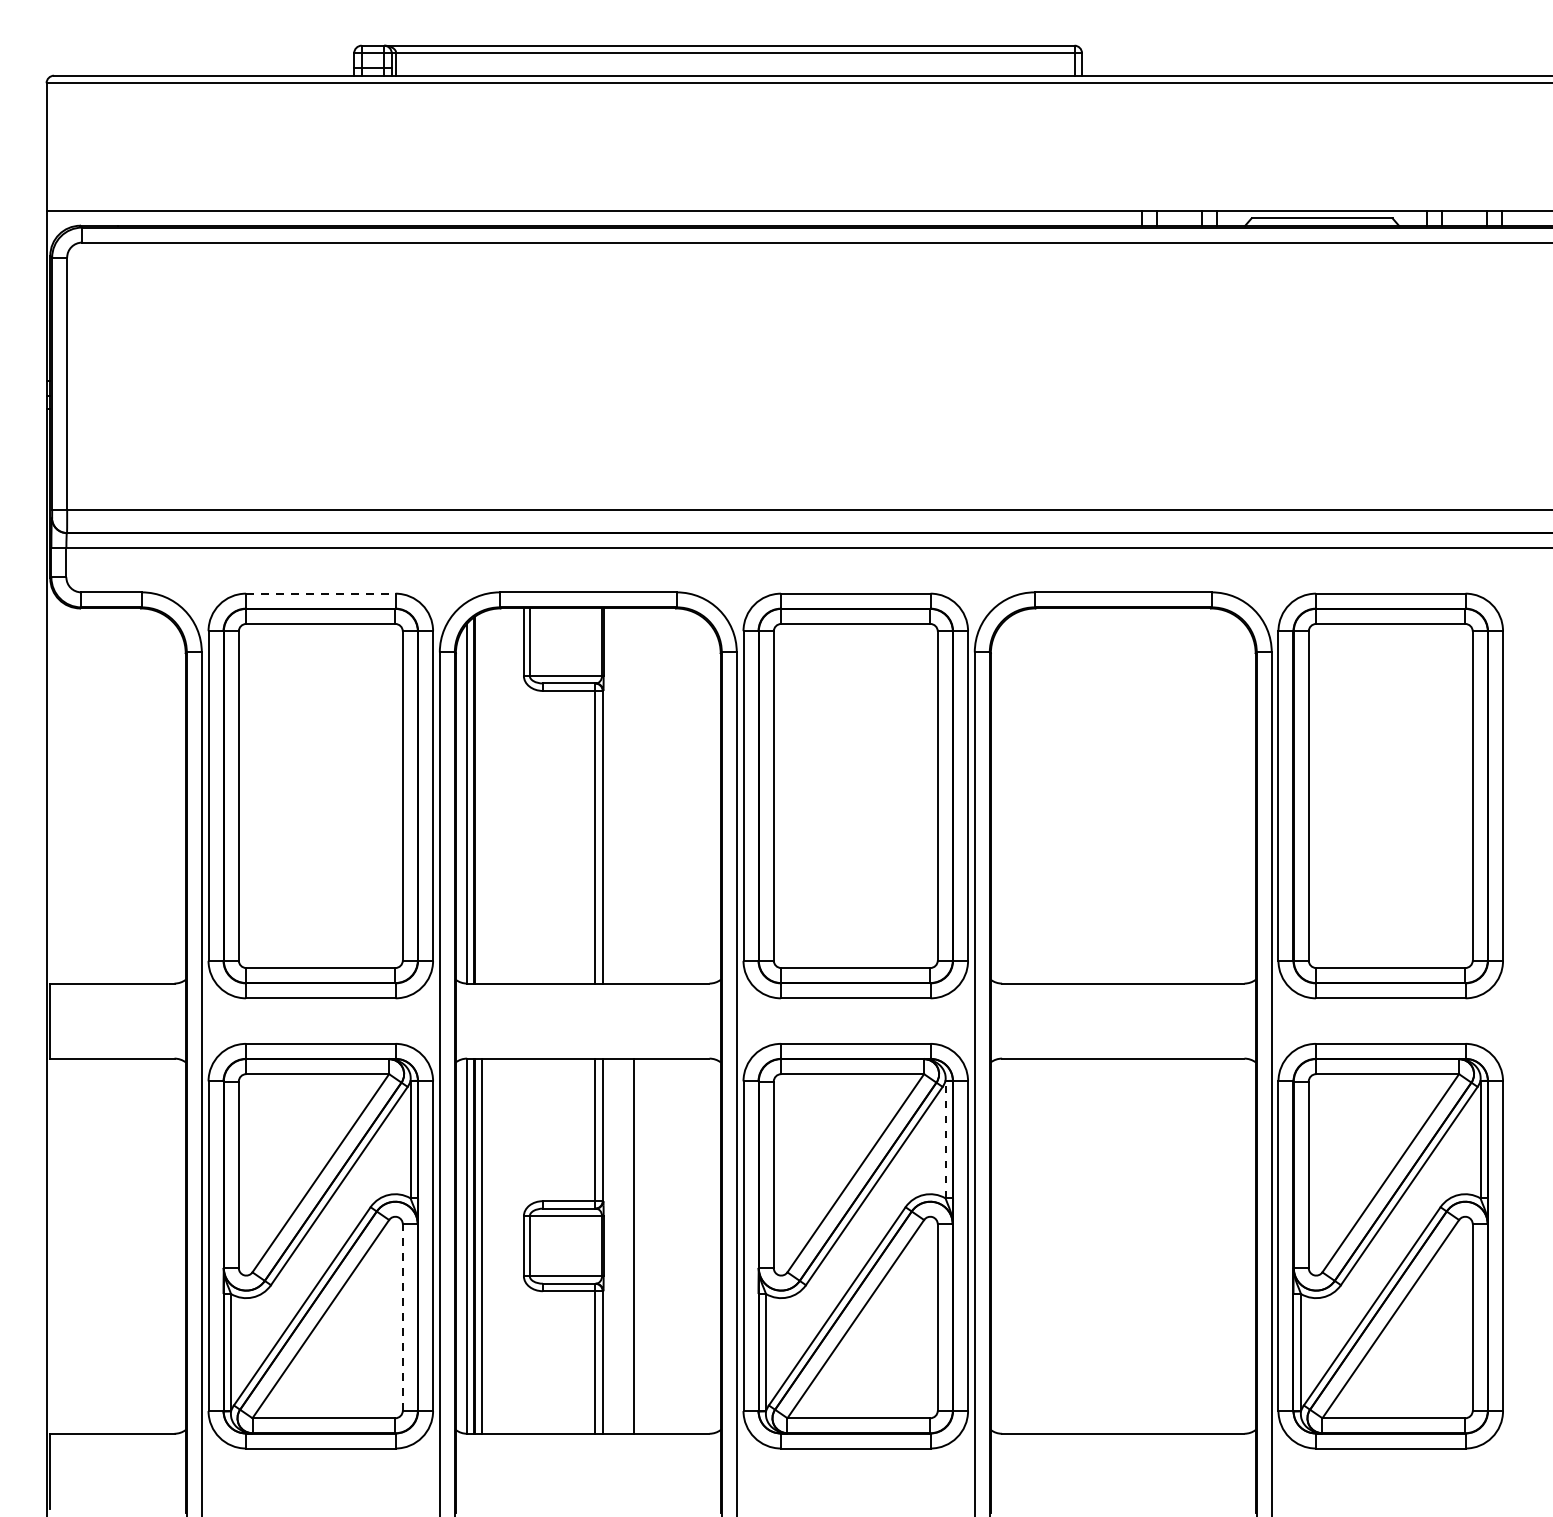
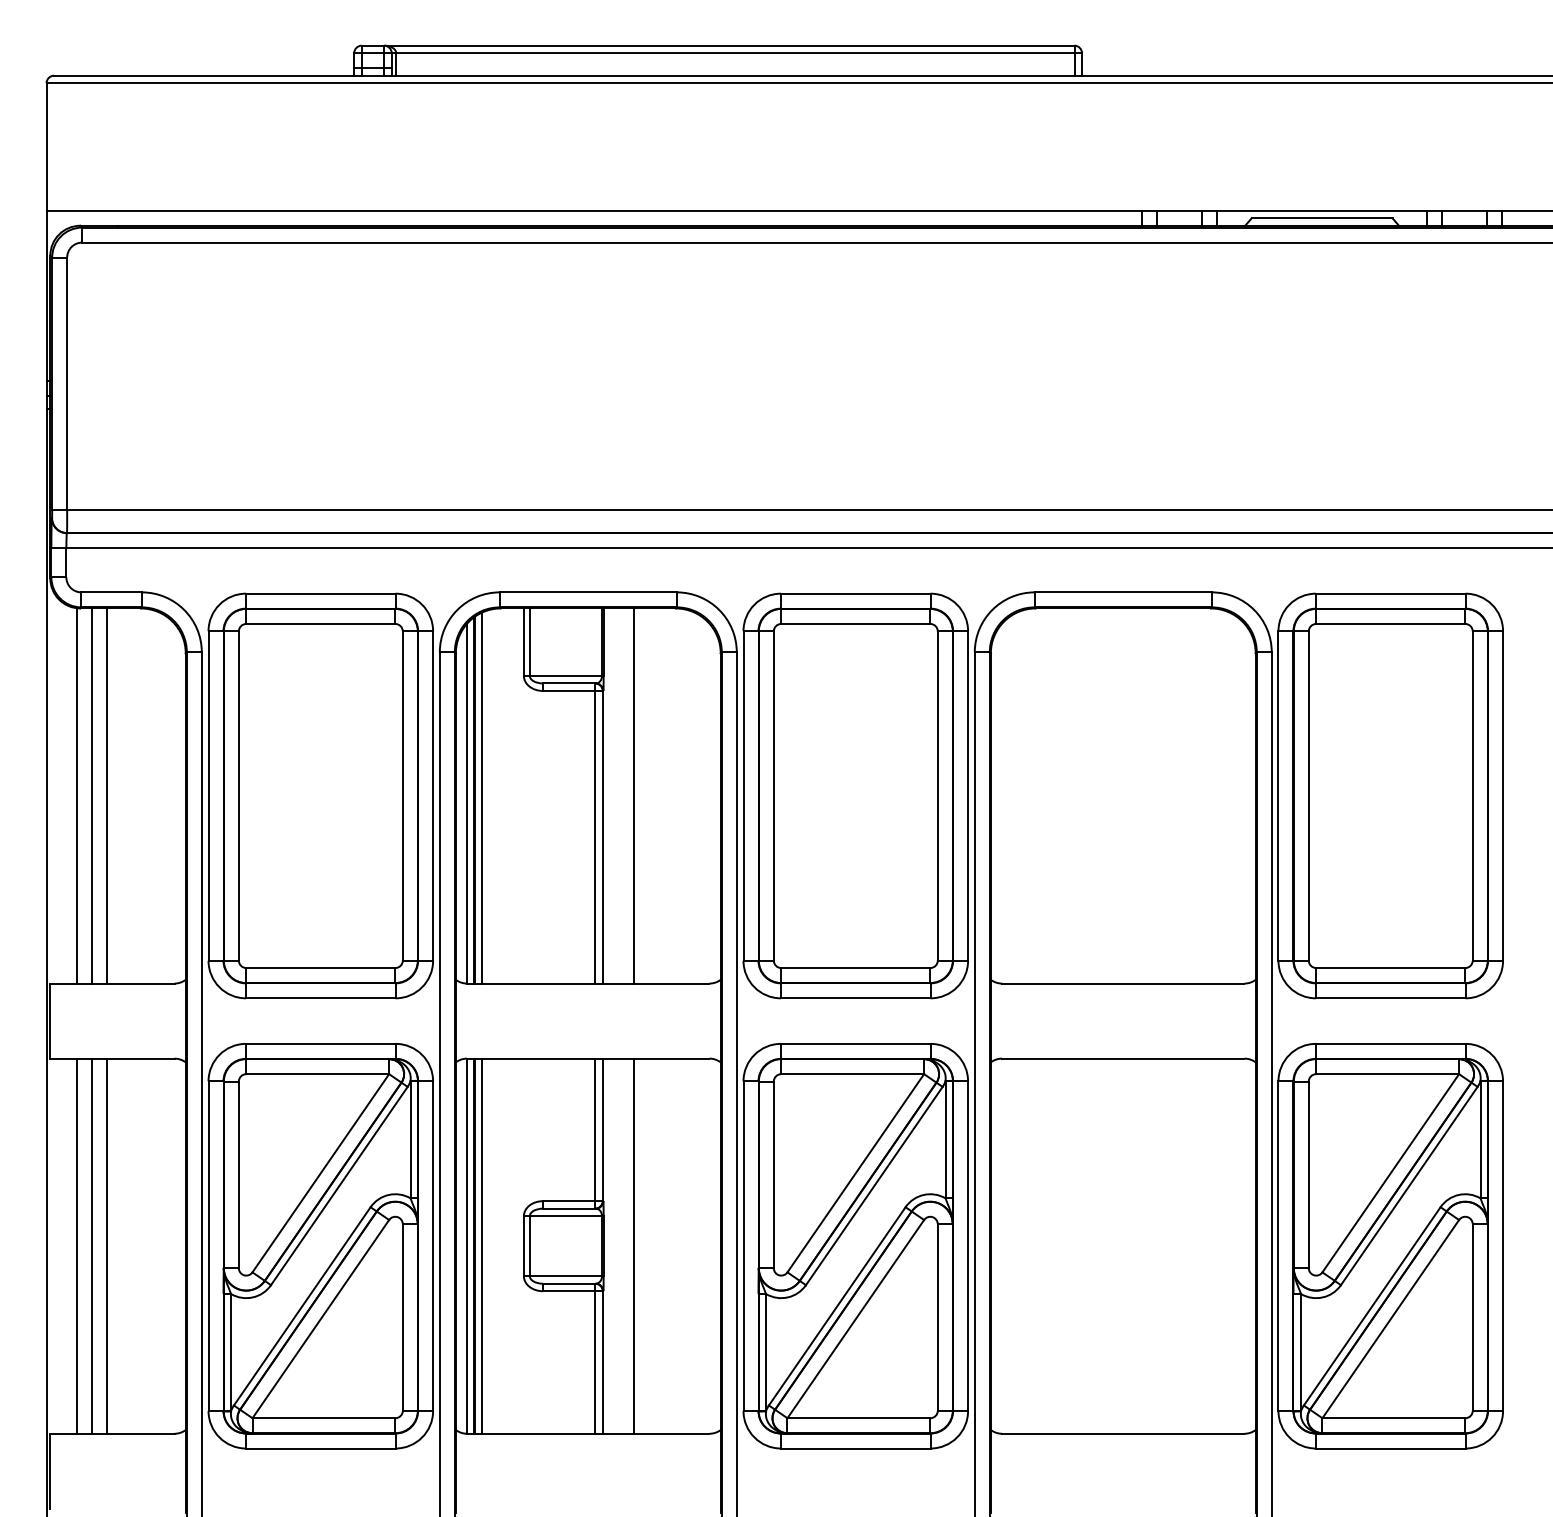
line at (320, 593): dashed -> solid
line at (76, 795): none -> present
line at (91, 795): none -> present
line at (106, 795): none -> present
line at (634, 795): none -> present
line at (482, 797): none -> present
line at (945, 1139): dashed -> solid
line at (76, 1245): none -> present
line at (91, 1245): none -> present
line at (106, 1245): none -> present
line at (402, 1317): dashed -> solid
